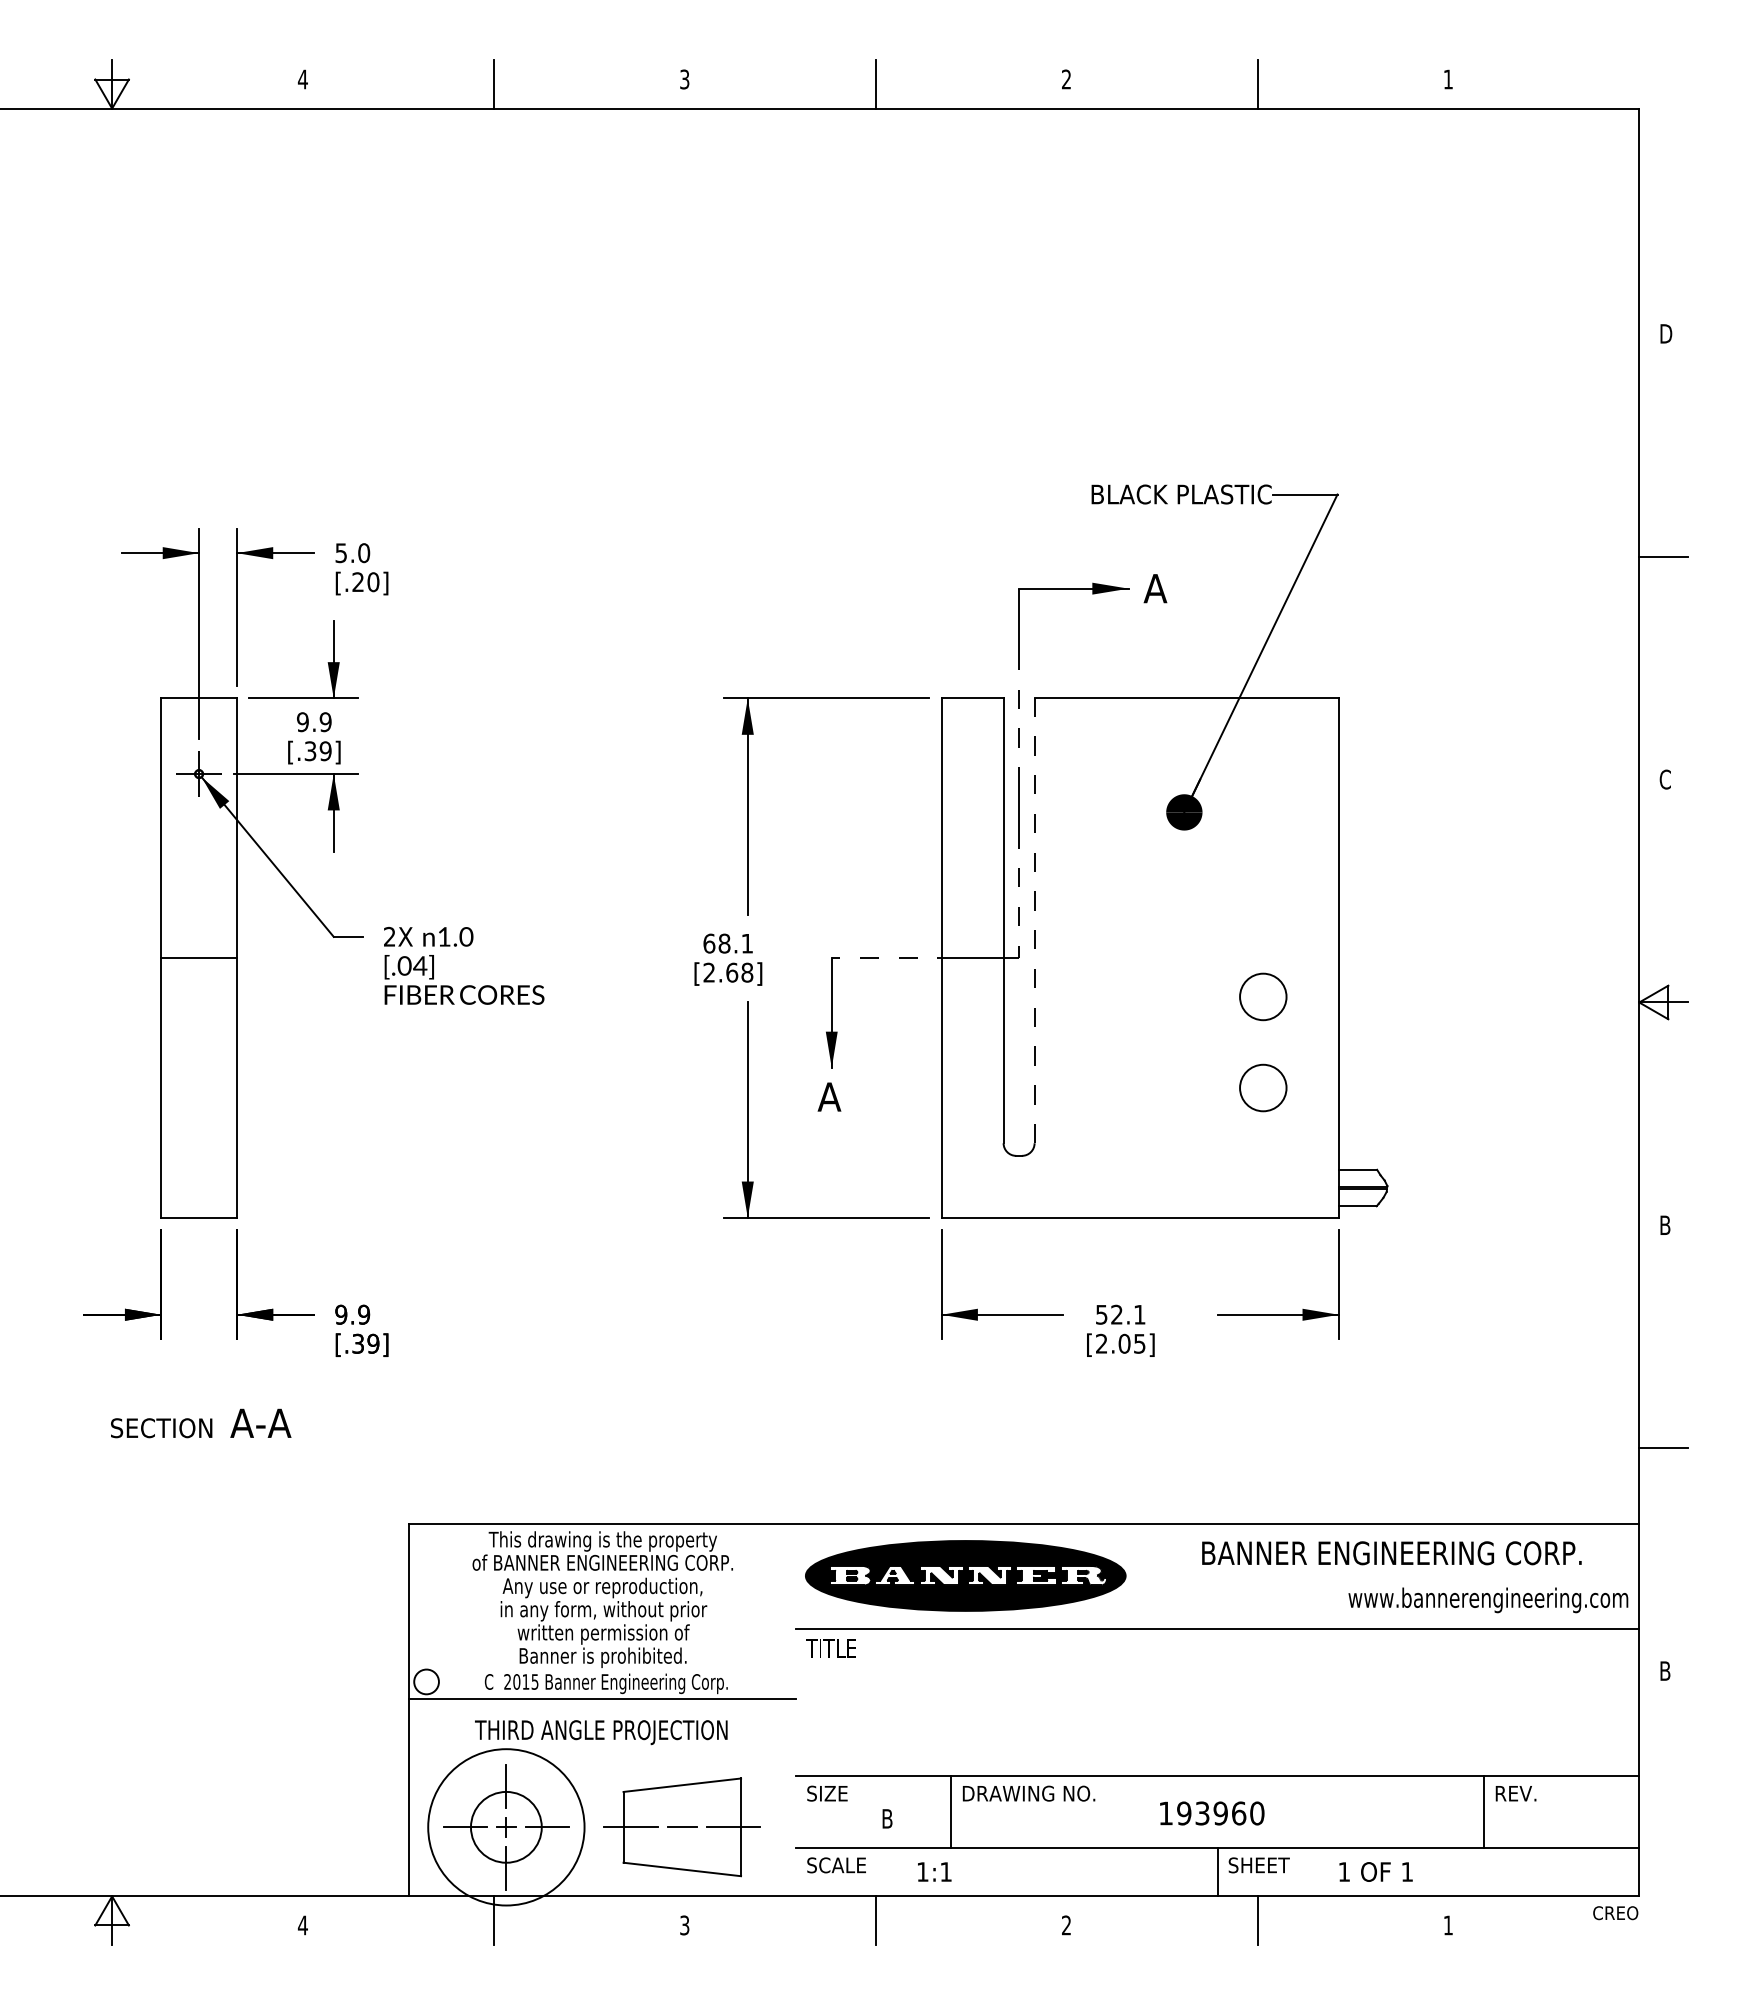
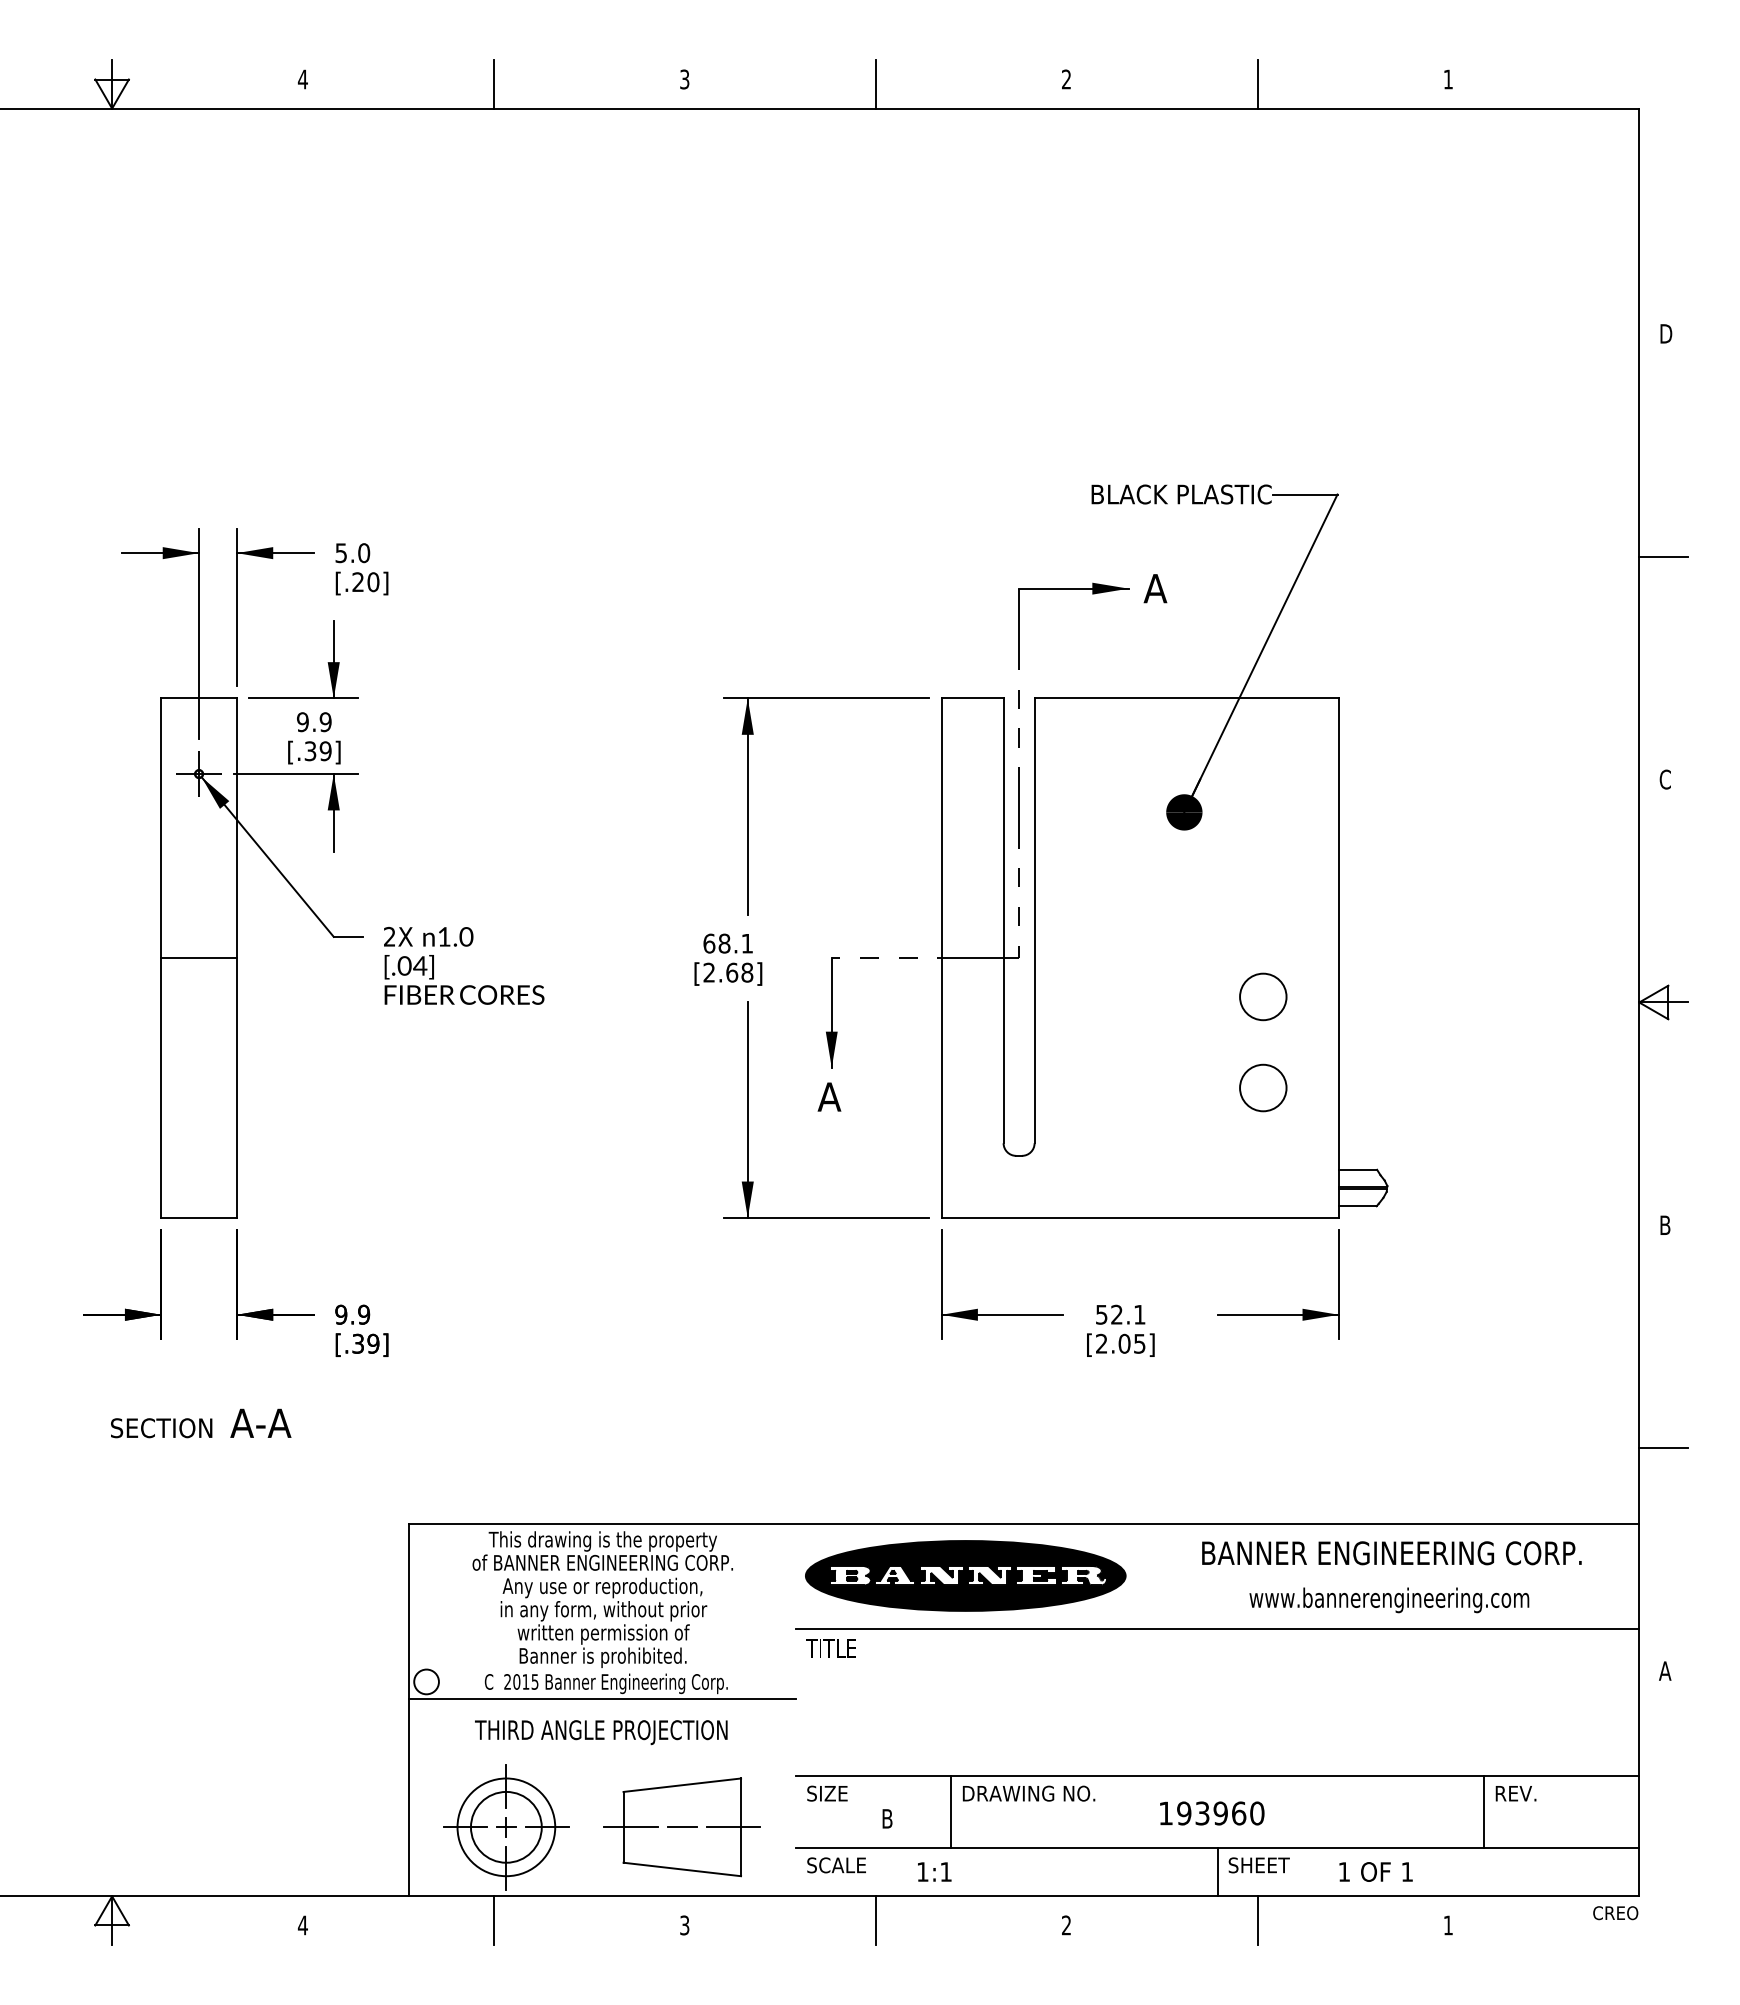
line at (1034, 920): dashed -> solid
text at (1488, 1600) position: (1488, 1600) -> (1389, 1600)
text at (1665, 1670): B -> A
circle at (506, 1827) diameter: 156 px -> 98 px
